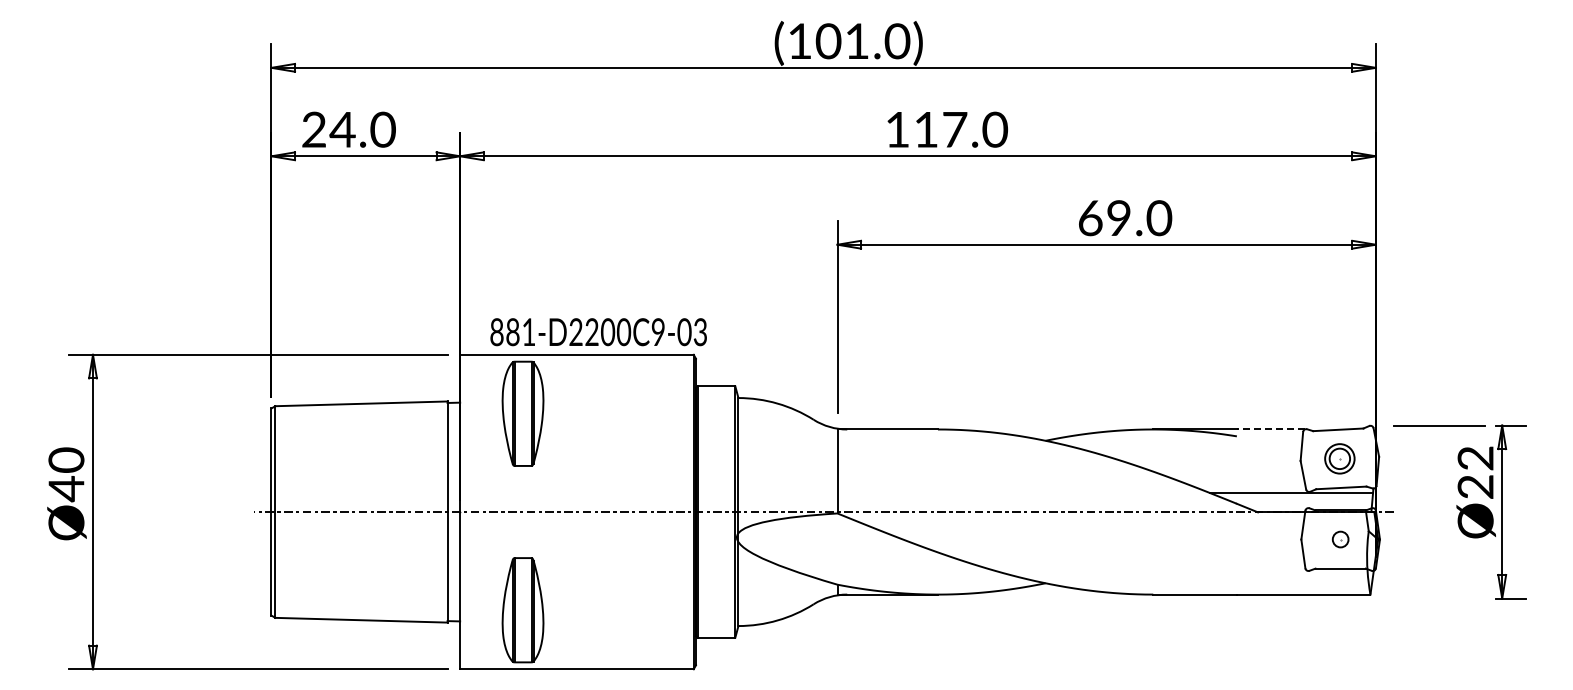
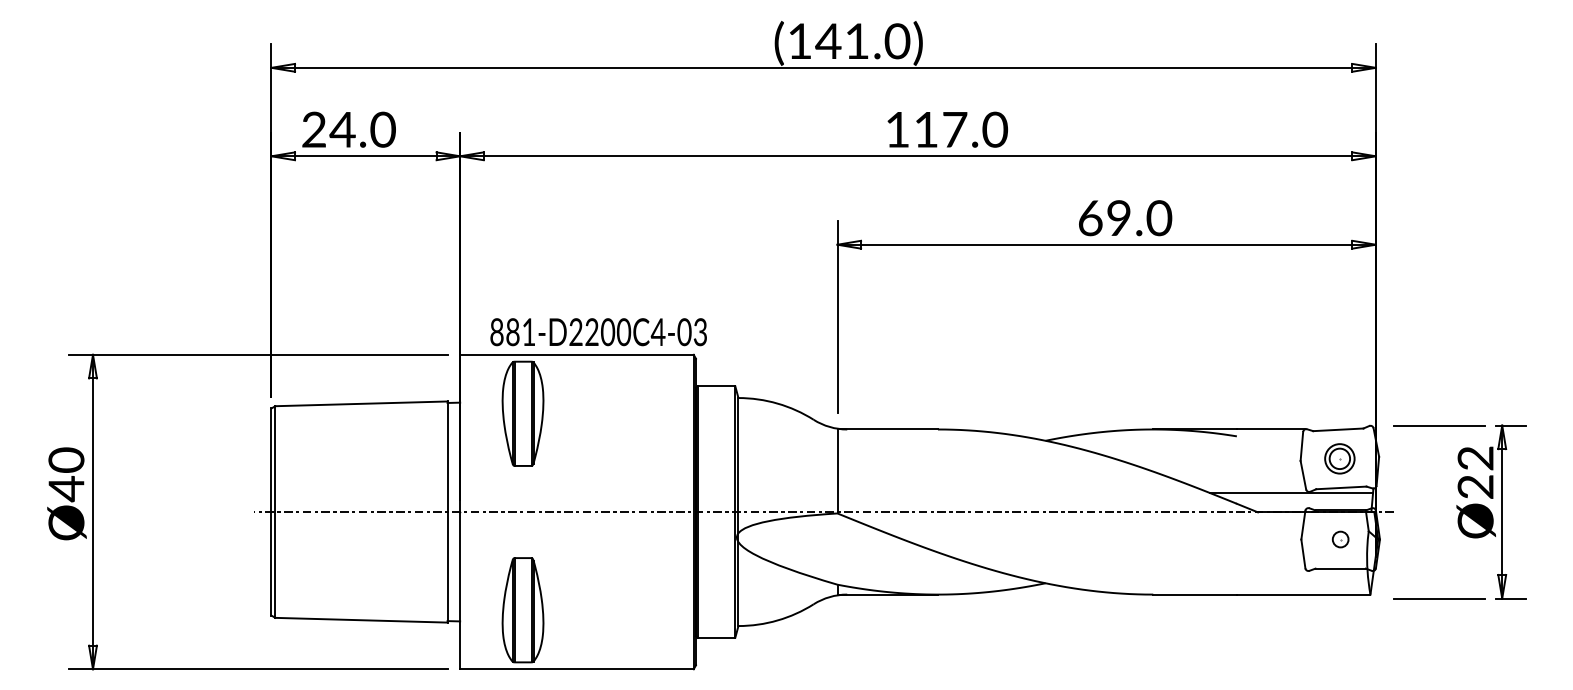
text at (828, 41): (101.0) -> (141.0)
text at (657, 331): 881-D2200C9-03 -> 881-D2200C4-03
line at (1270, 429): dashed -> solid
line at (1439, 598): none -> present
